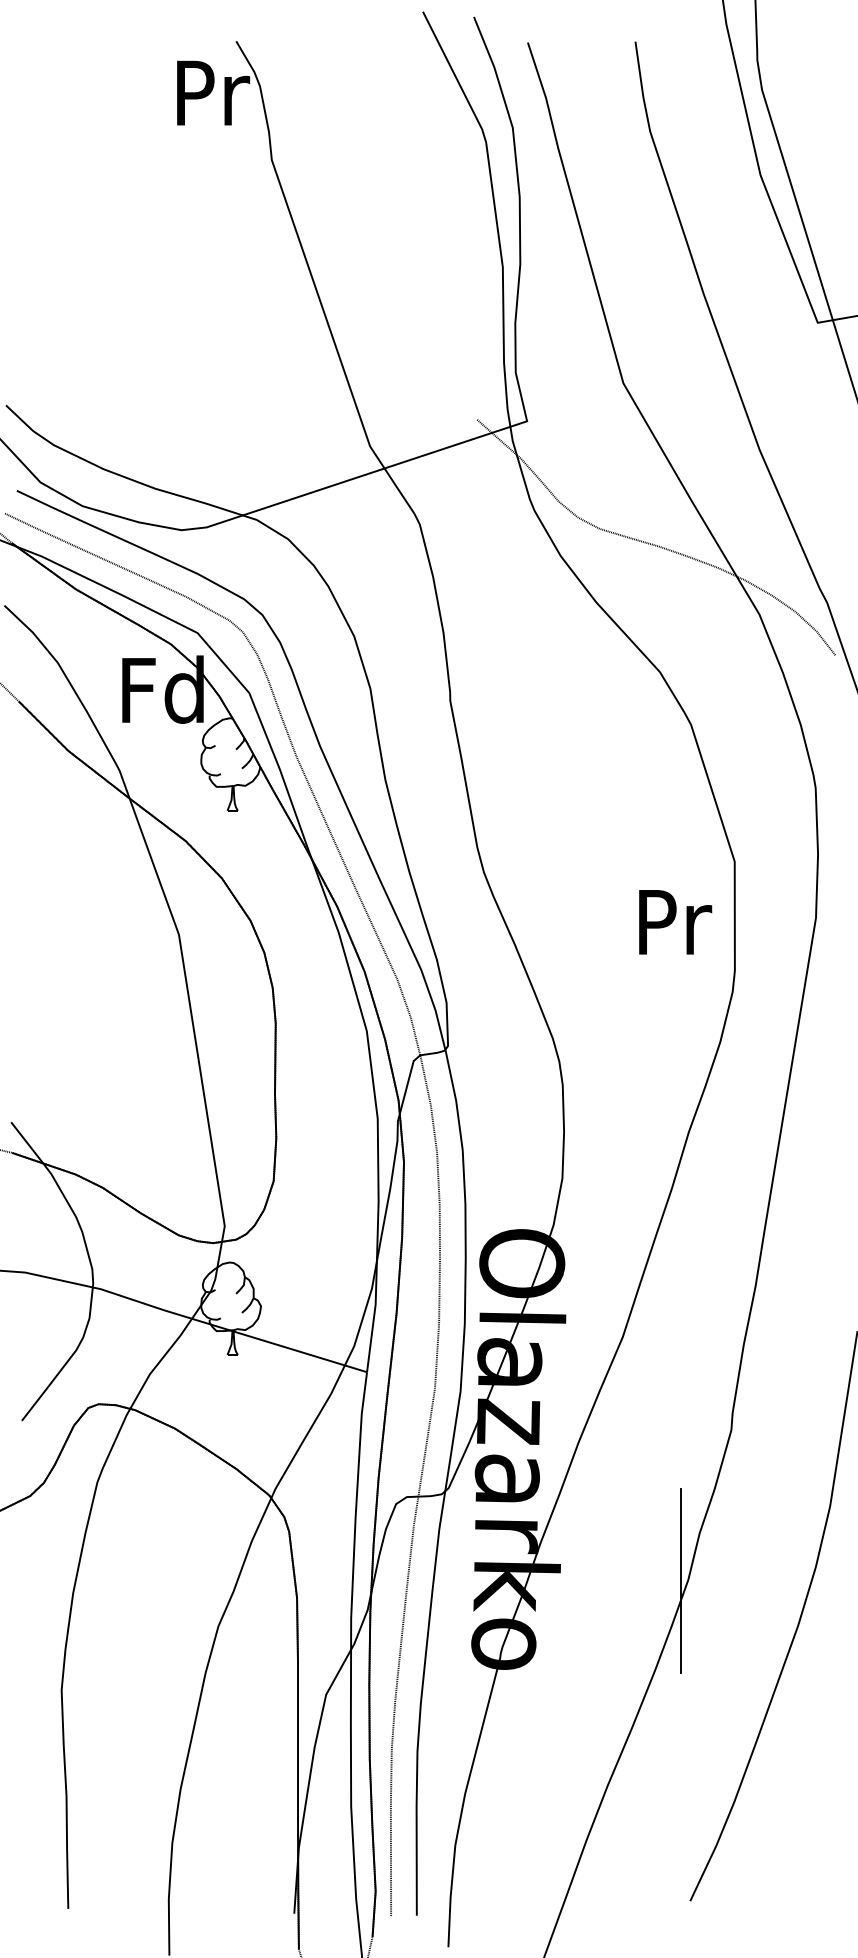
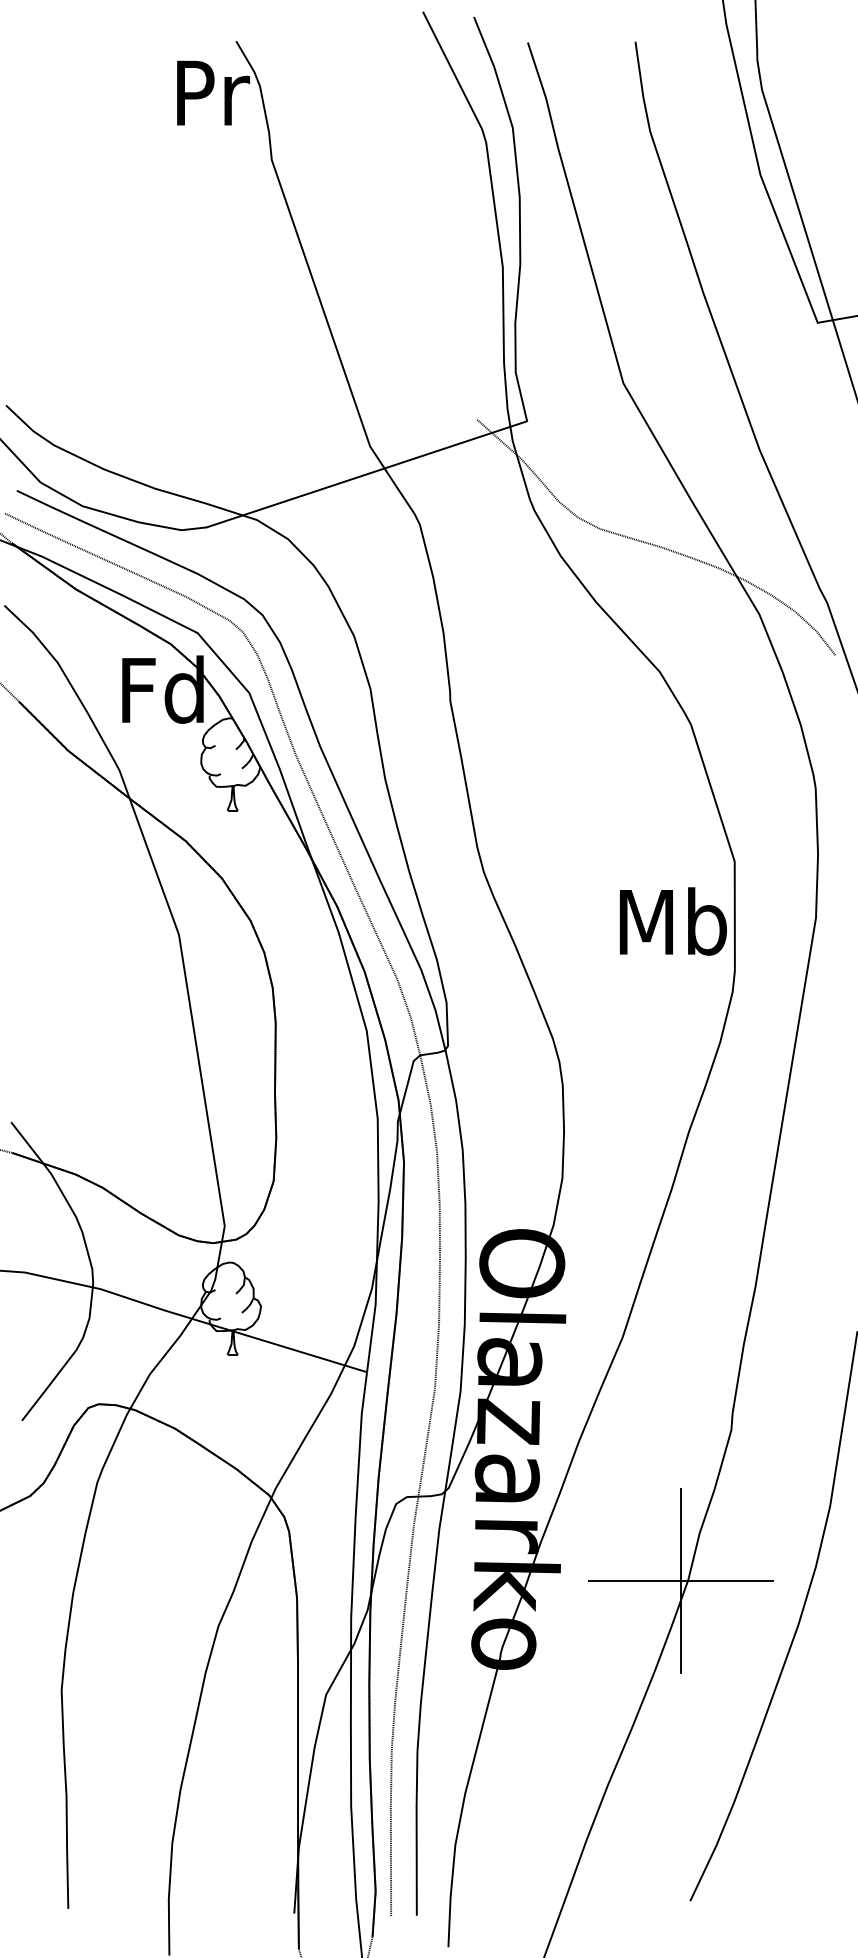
text at (672, 921): Pr -> Mb
line at (680, 1580): none -> present
